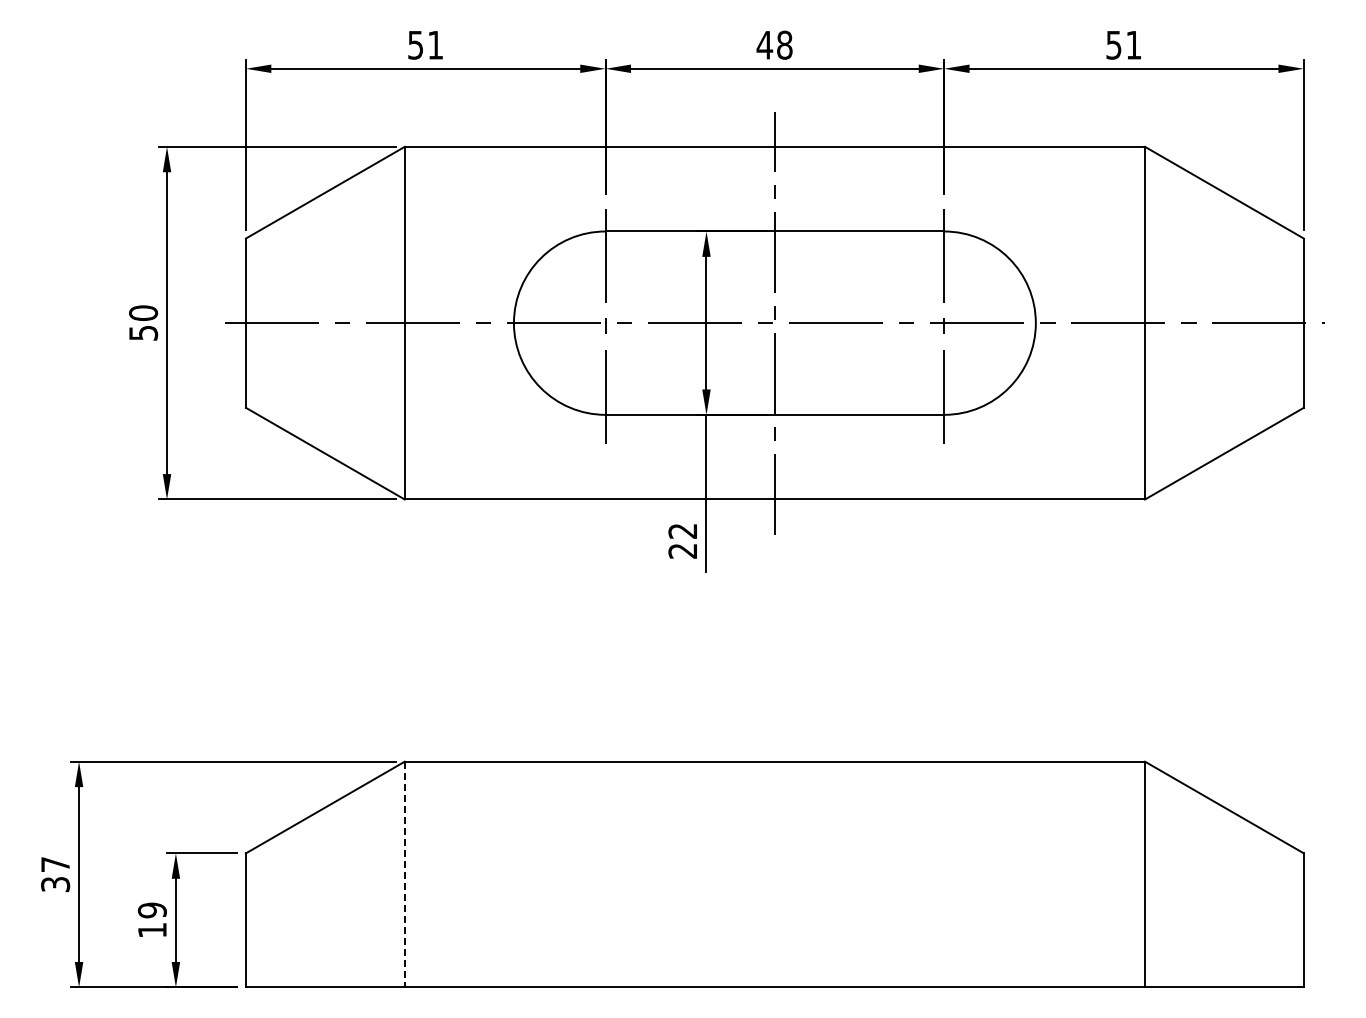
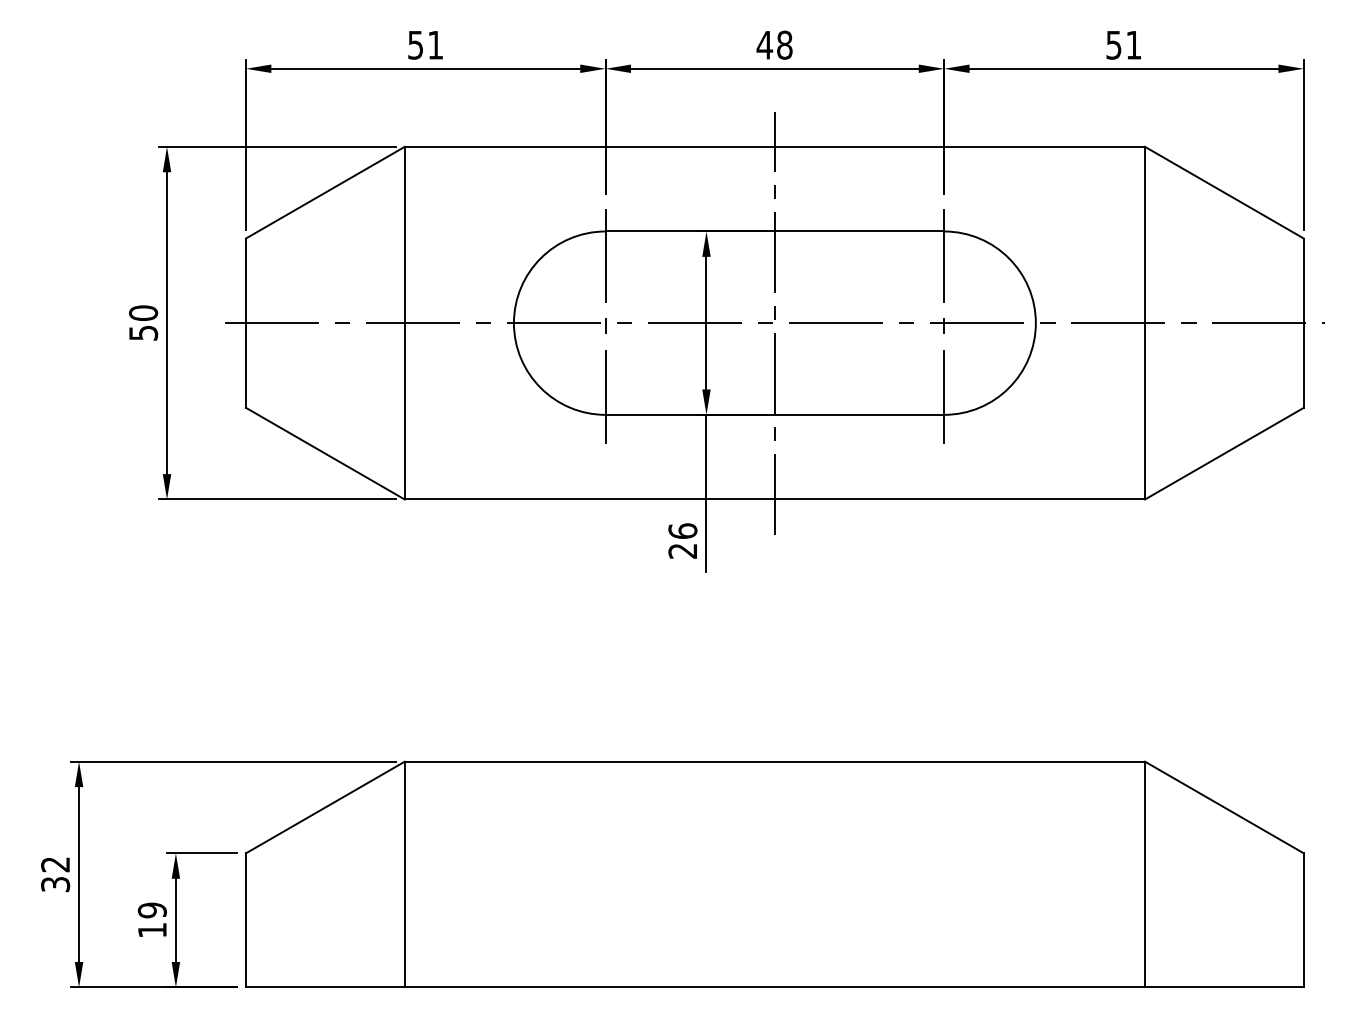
text at (682, 530): 22 -> 26
text at (55, 864): 37 -> 32
line at (404, 874): dashed -> solid
